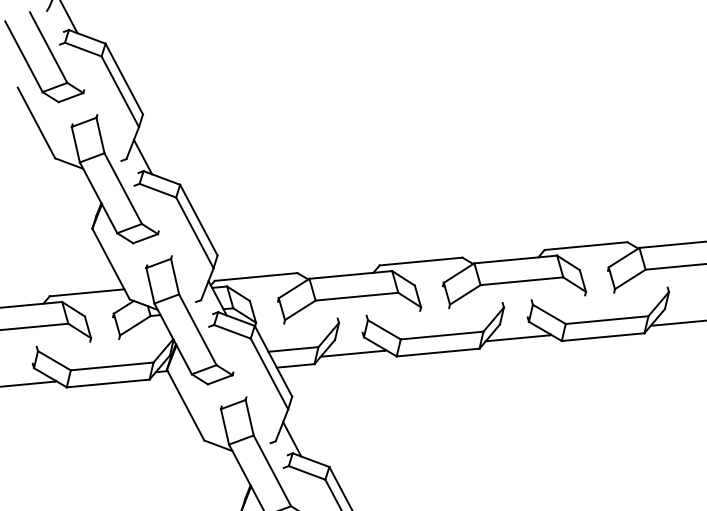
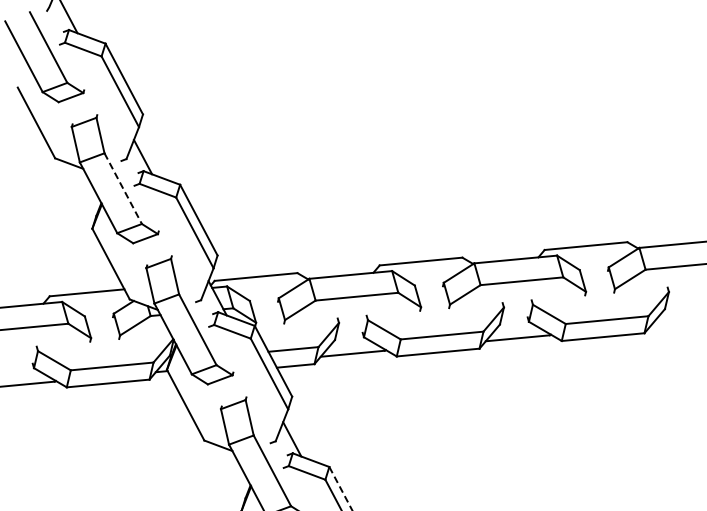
line at (123, 188): solid -> dashed
line at (676, 322): present -> none
line at (340, 488): solid -> dashed
